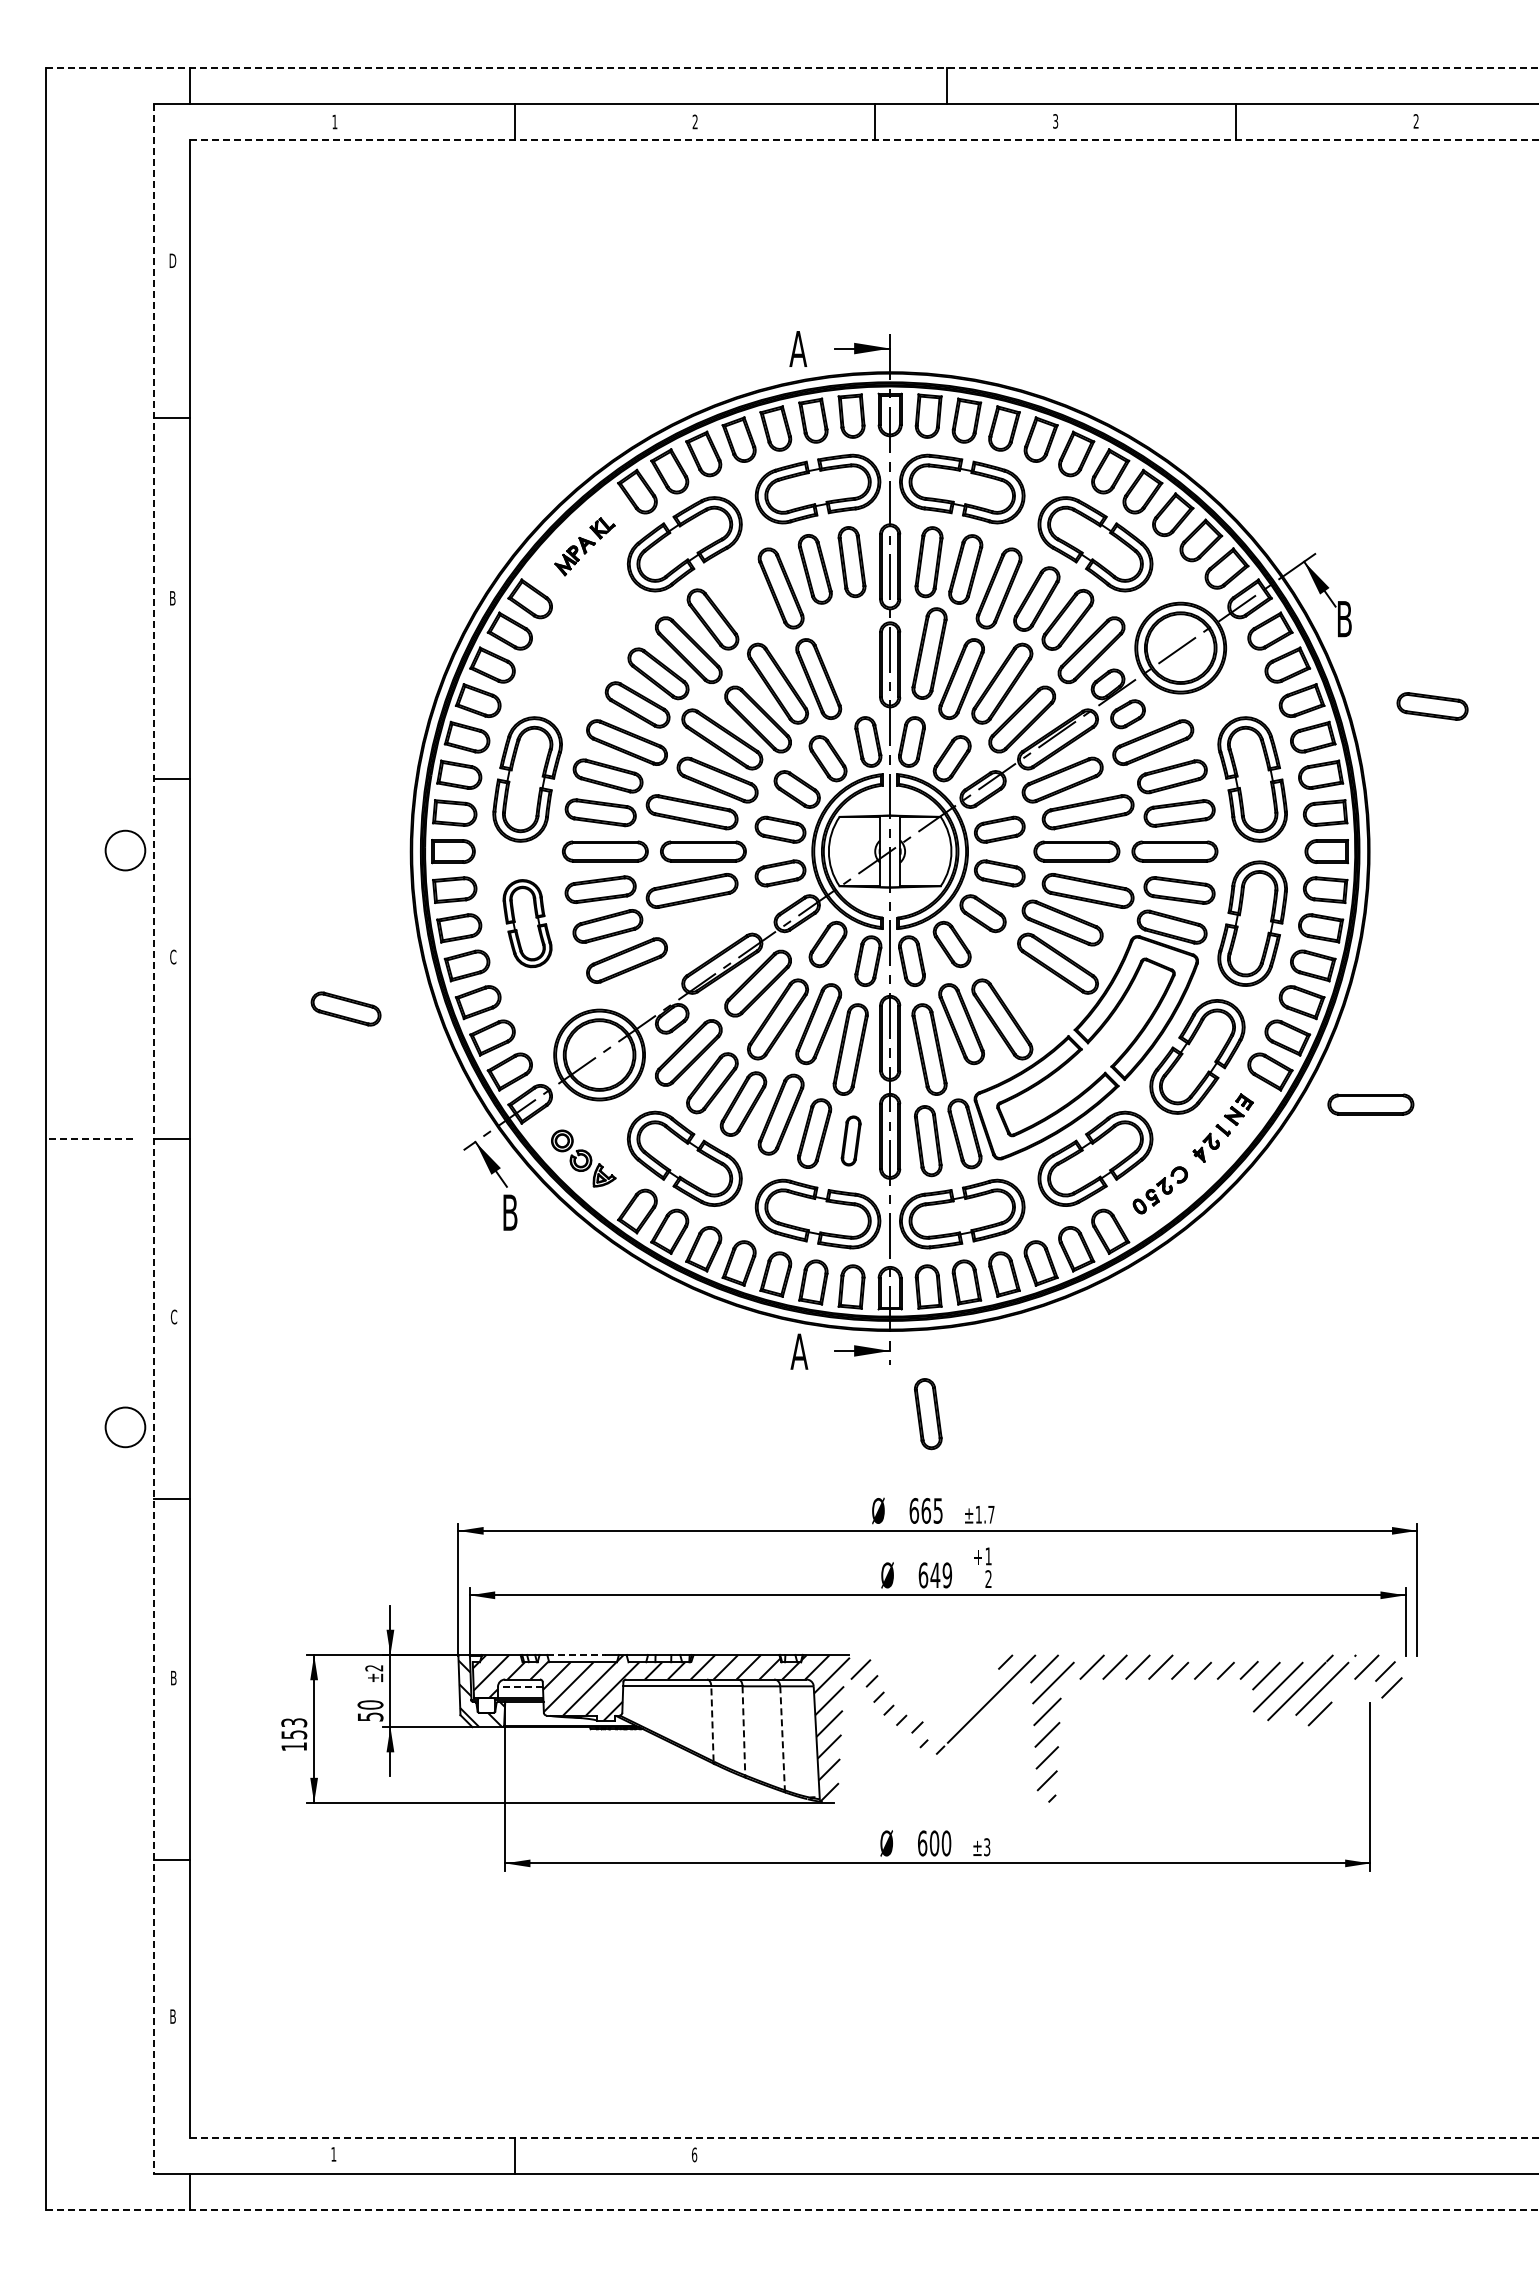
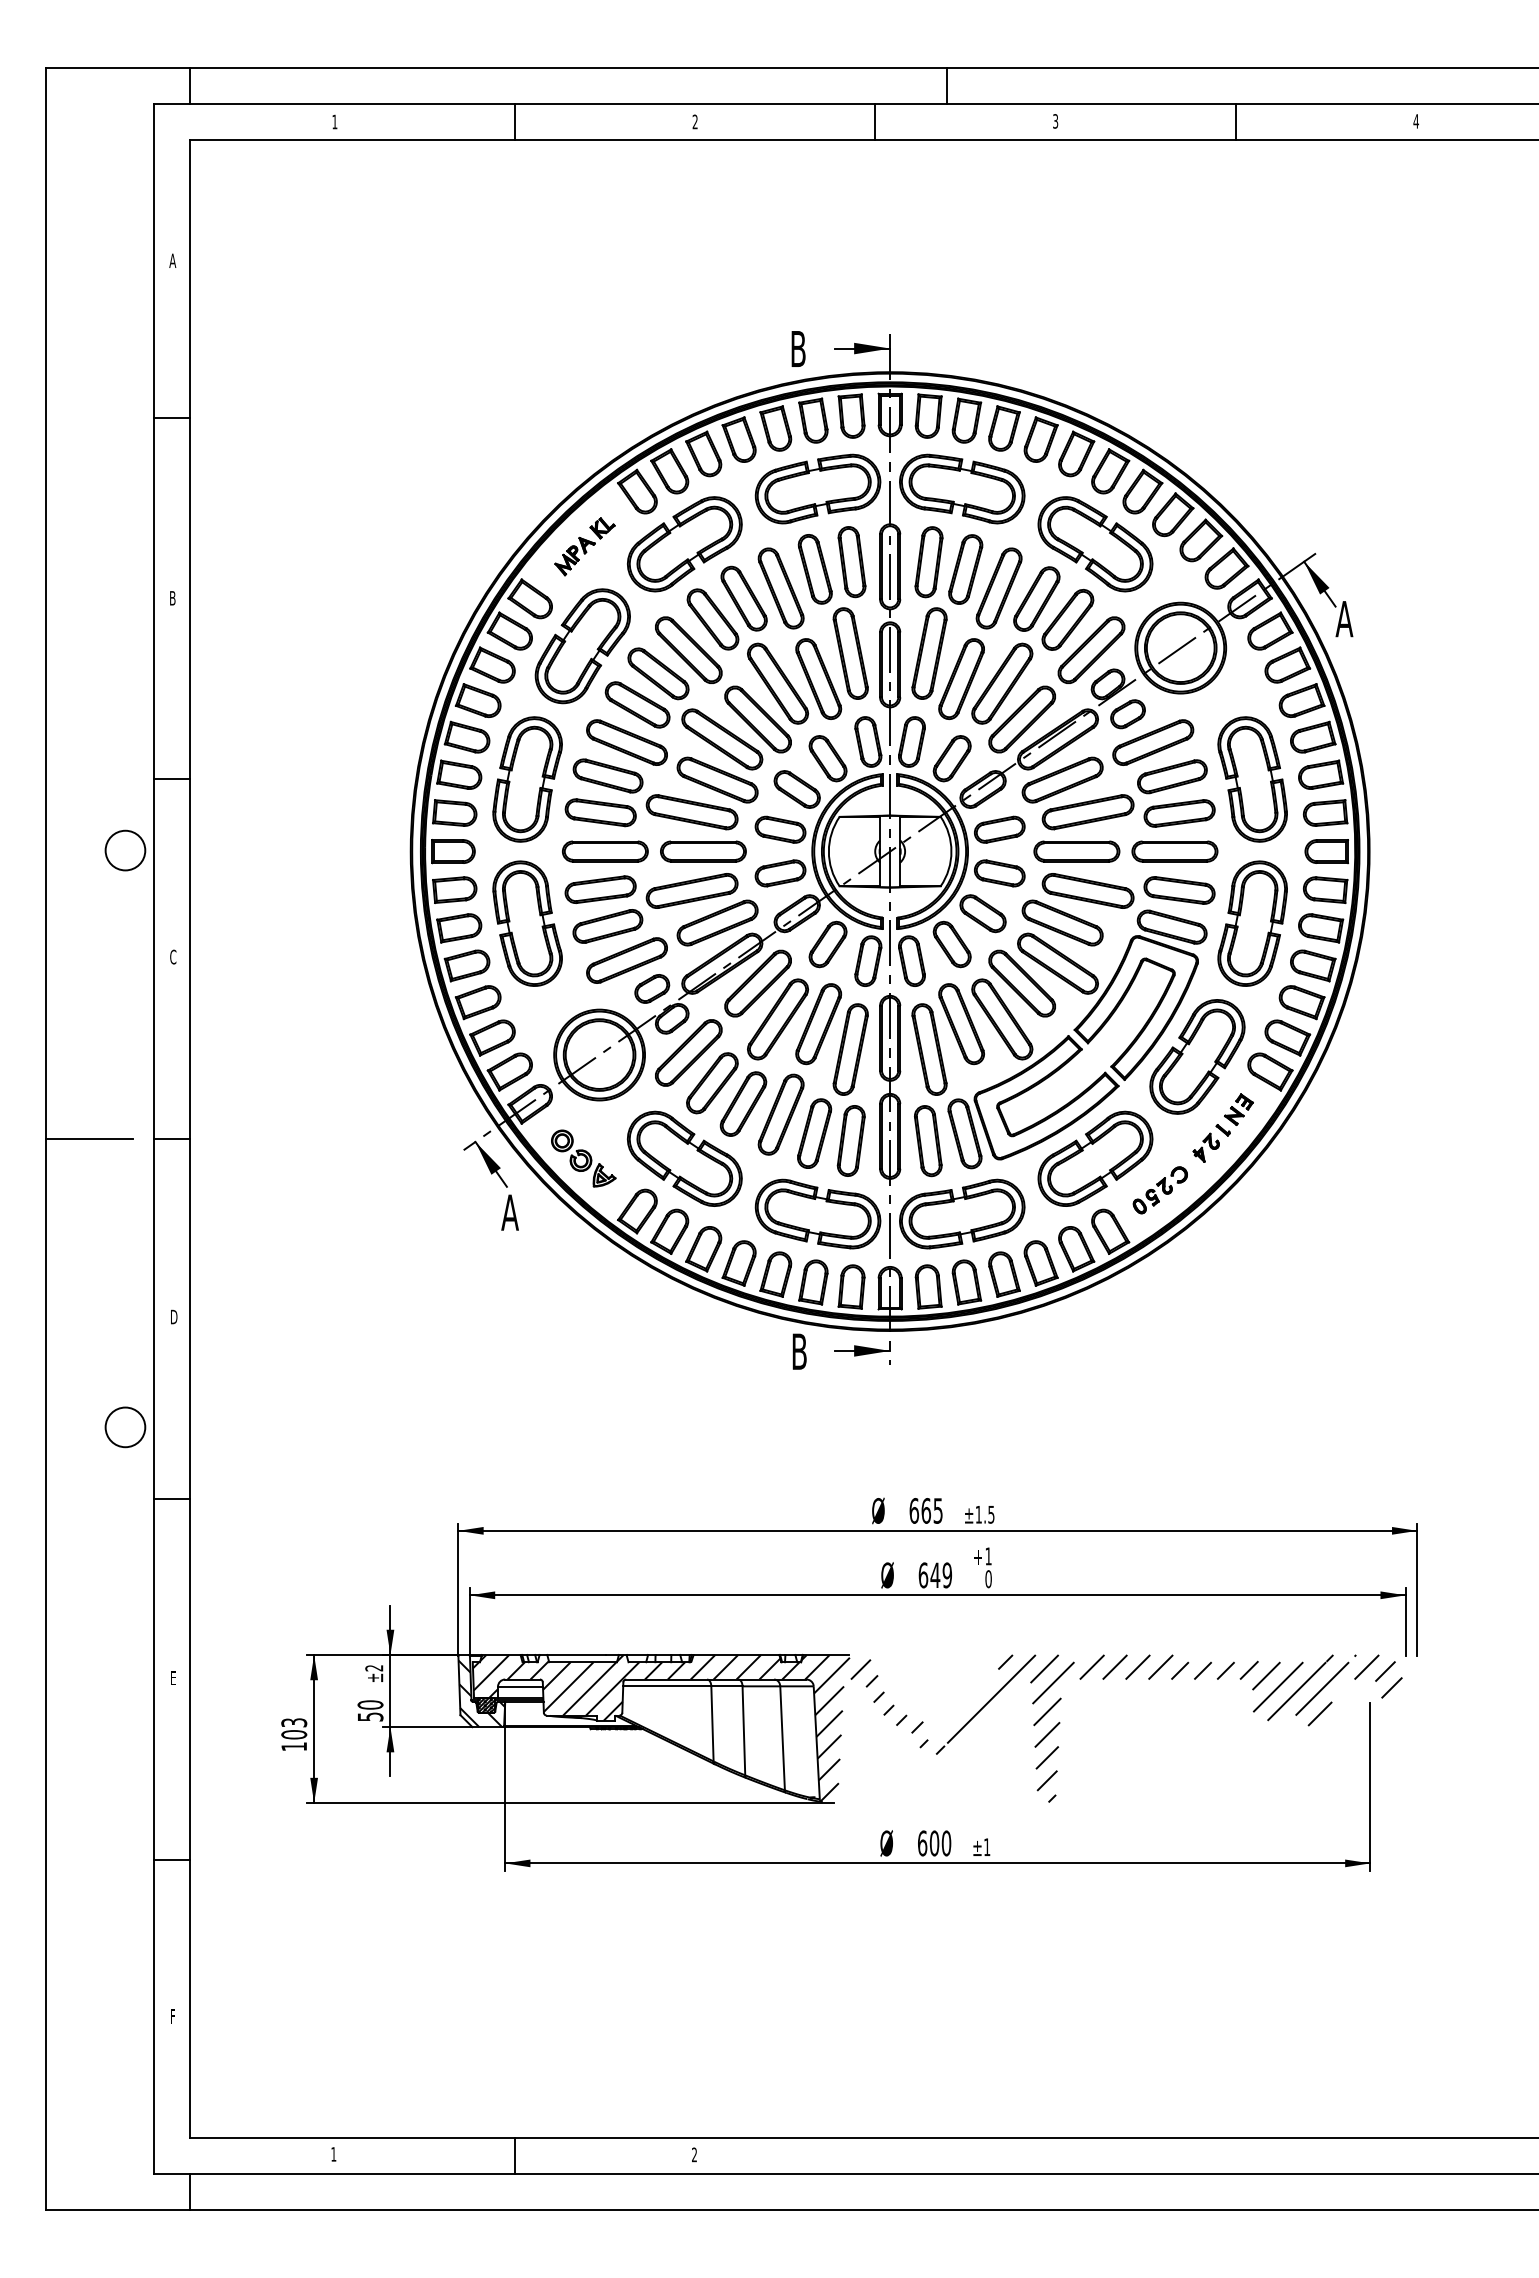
line at (792, 68): dashed -> solid
text at (1415, 121): 2 -> 4
line at (864, 140): dashed -> solid
text at (172, 260): D -> A
text at (798, 348): A -> B
part at (743, 598): none -> present
text at (1344, 619): B -> A
part at (582, 646): none -> present
part at (850, 653): none -> present
part at (1432, 706): present -> none
part at (717, 922): none -> present
part at (527, 923) size: 51x90 px -> 71x127 px
part at (1021, 983): none -> present
part at (652, 988): none -> present
part at (345, 1008): present -> none
part at (1370, 1104): present -> none
line at (88, 1139): dashed -> solid
line at (154, 1139): dashed -> solid
part at (850, 1140) size: 22x52 px -> 30x72 px
text at (509, 1212): B -> A
text at (174, 1316): C -> D
text at (799, 1351): A -> B
part at (928, 1414): present -> none
text at (991, 1514): ±1.7 -> ±1.5
text at (988, 1579): 2 -> 0
line at (577, 1655): dashed -> solid
text at (173, 1677): B -> E
line at (520, 1686): dashed -> solid
hatch at (486, 1705): none -> present
line at (712, 1723): dashed -> solid
line at (743, 1730): dashed -> solid
text at (294, 1734): 153 -> 103
line at (782, 1738): dashed -> solid
text at (987, 1847): ±3 -> ±1
text at (172, 2016): B -> F
line at (864, 2137): dashed -> solid
text at (694, 2154): 6 -> 2
line at (792, 2209): dashed -> solid
